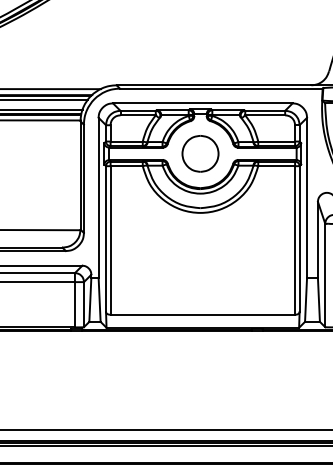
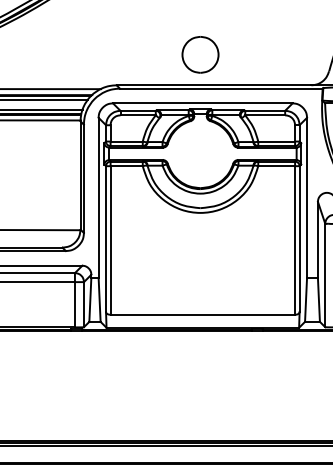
part at (200, 153) position: (200, 153) -> (200, 54)
line at (165, 430): present -> none
